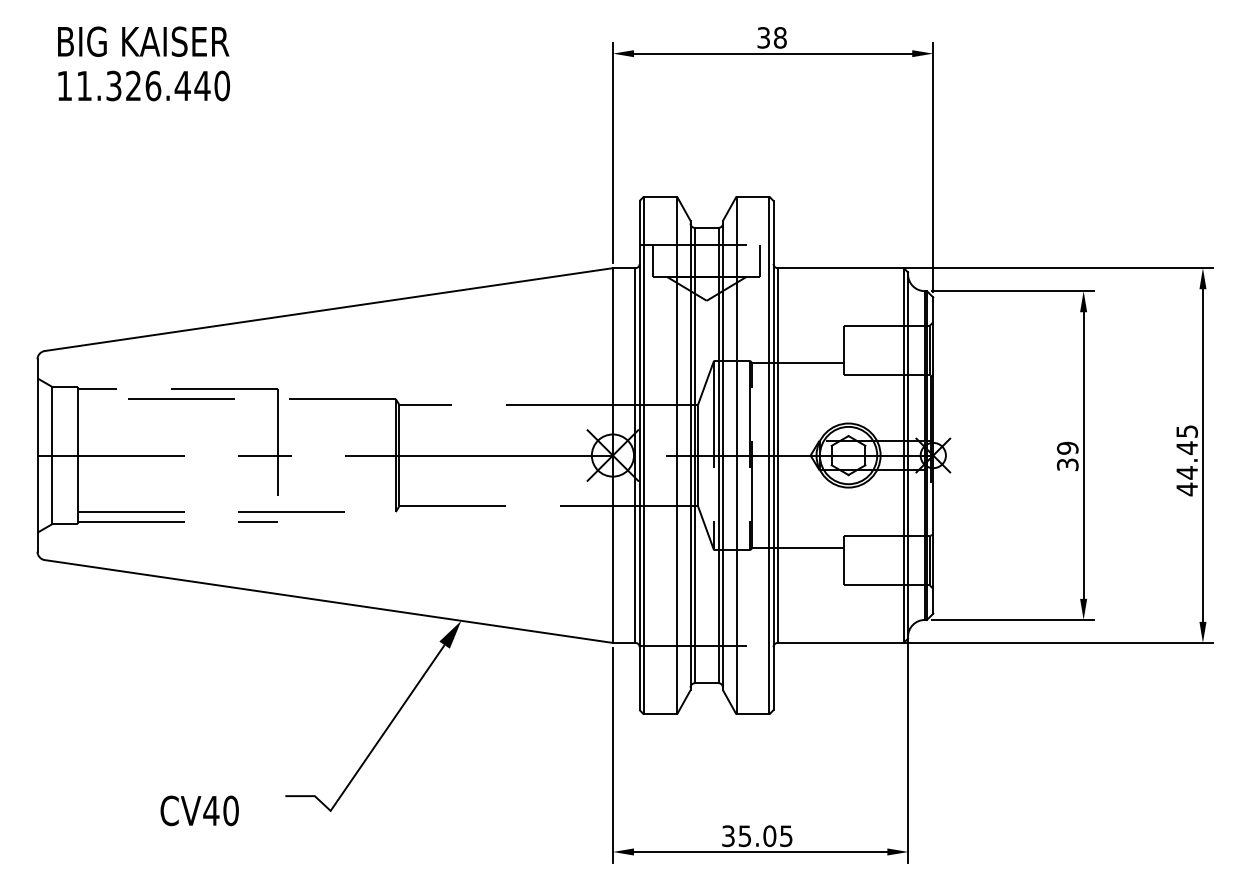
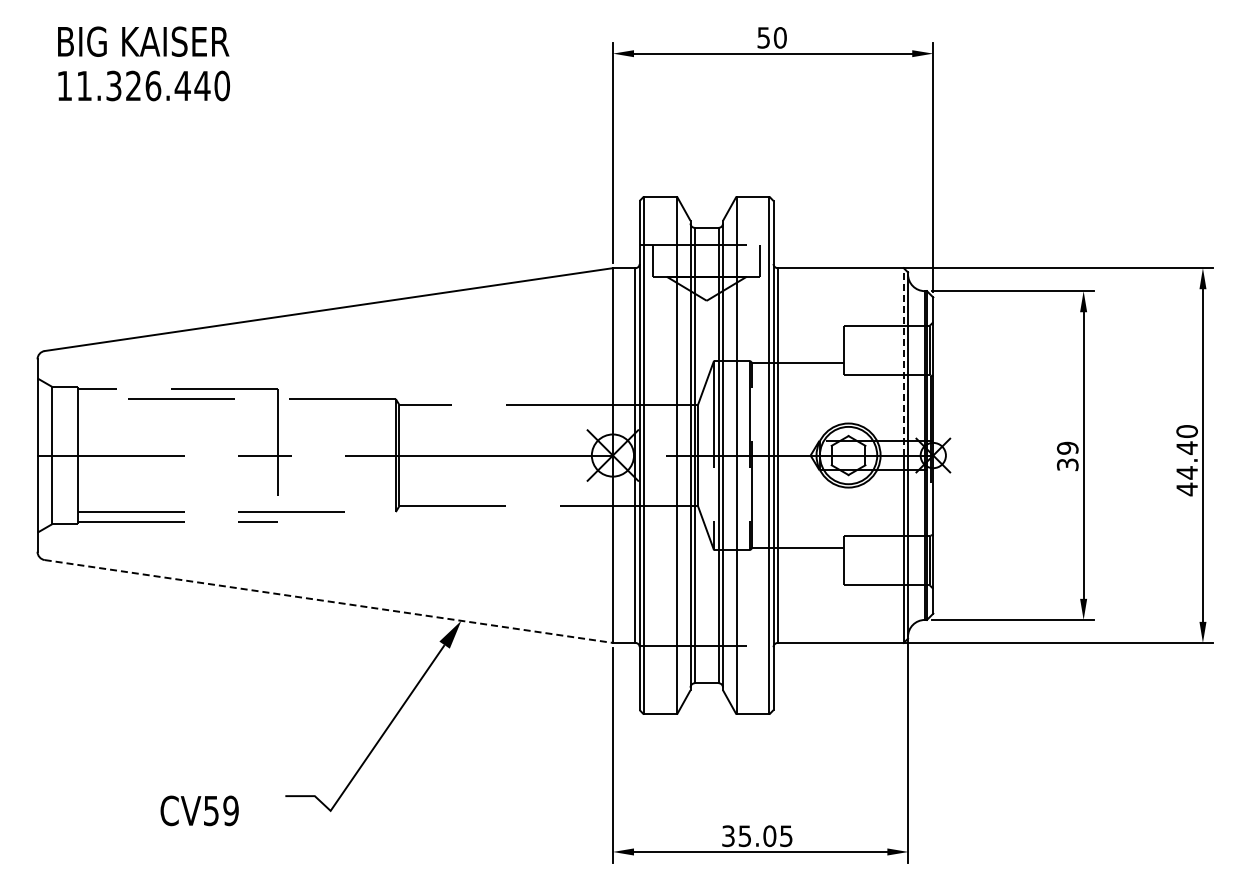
text at (772, 37): 38 -> 50
line at (903, 361): solid -> dashed
text at (1186, 431): 44.45 -> 44.40
line at (329, 601): solid -> dashed
text at (220, 810): CV40 -> CV59
